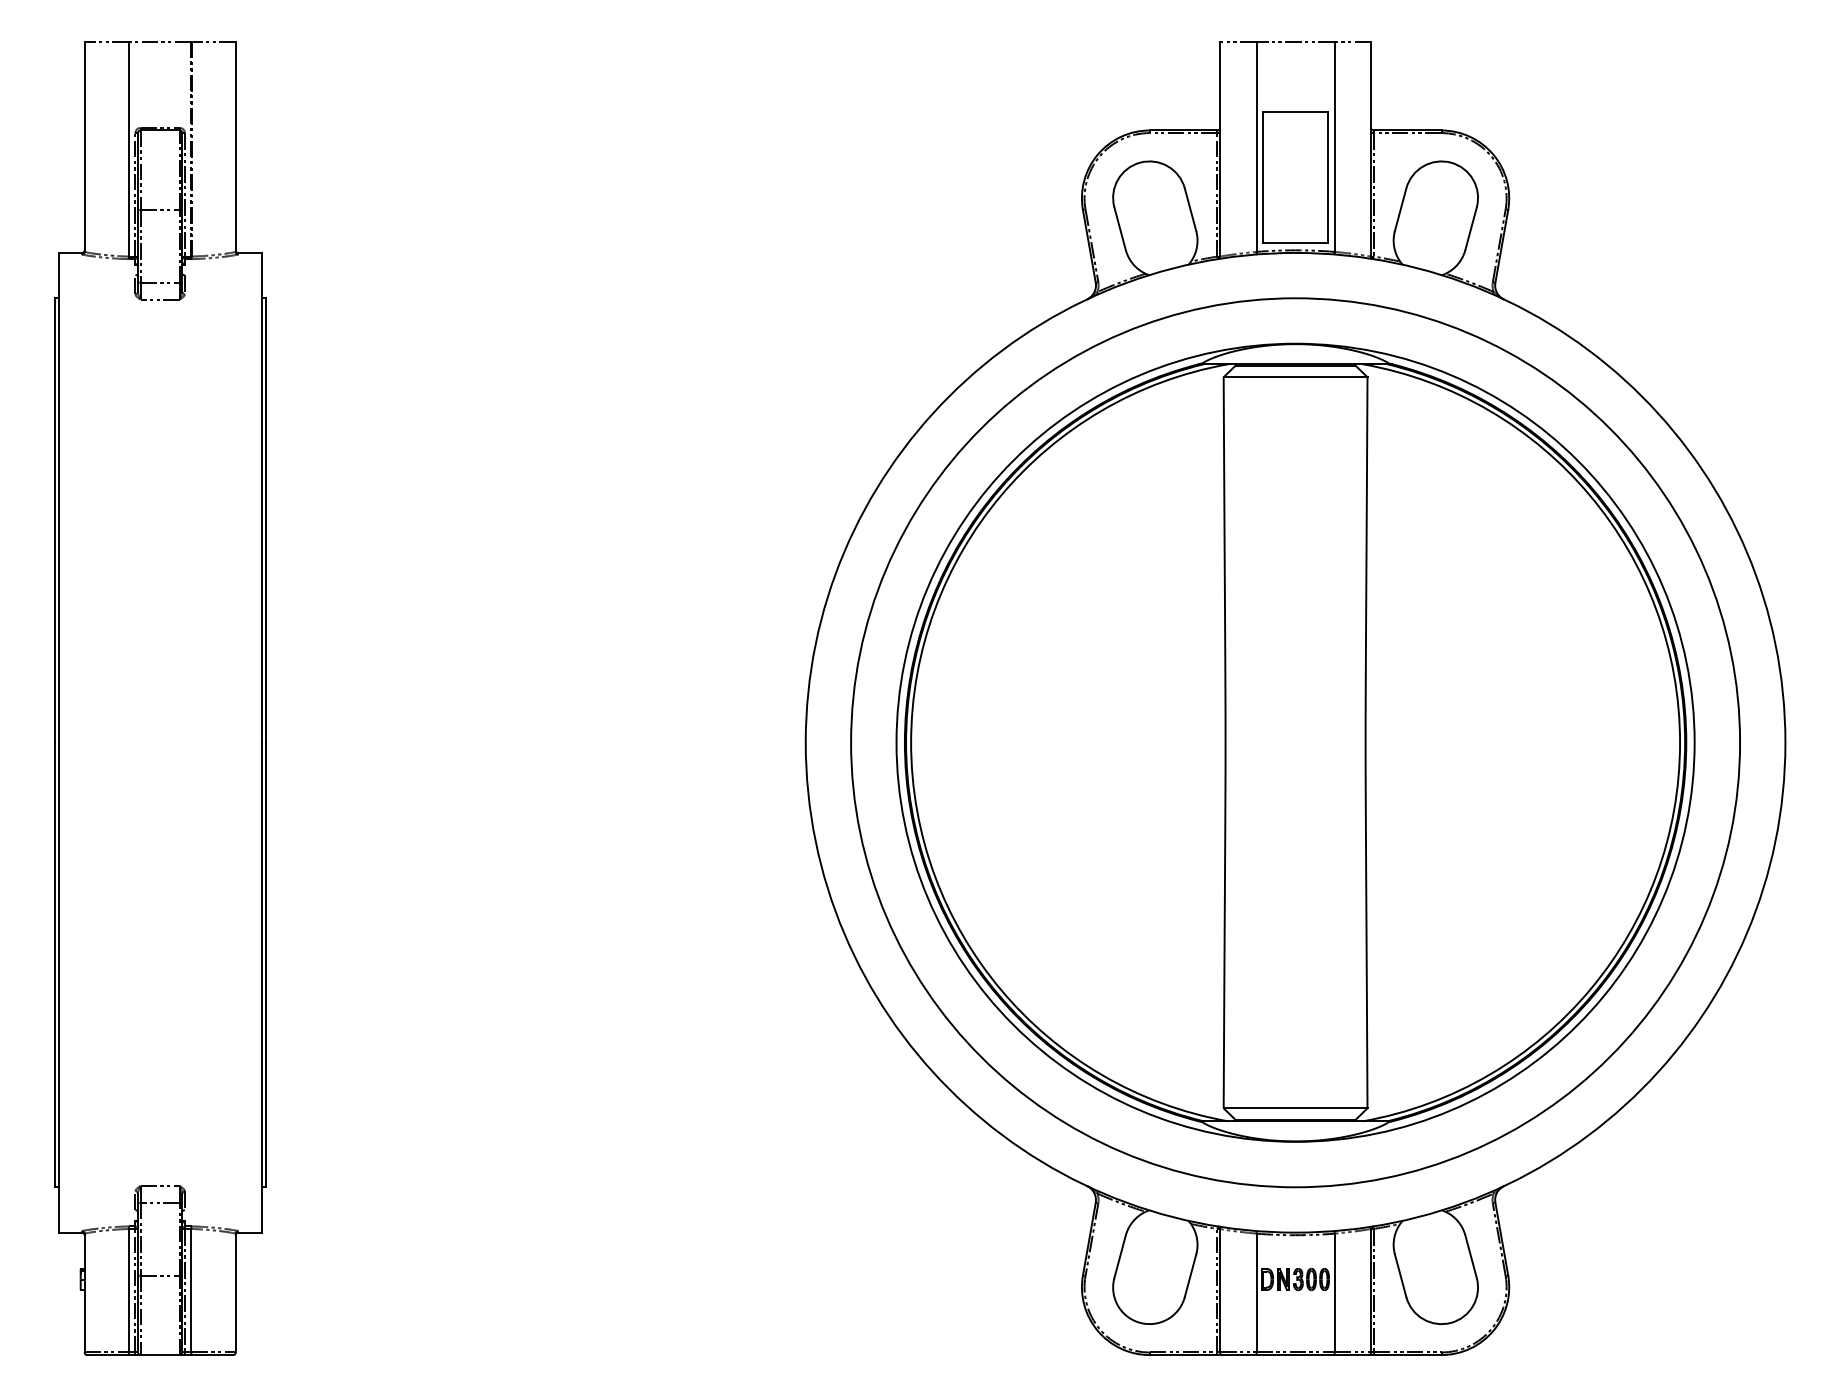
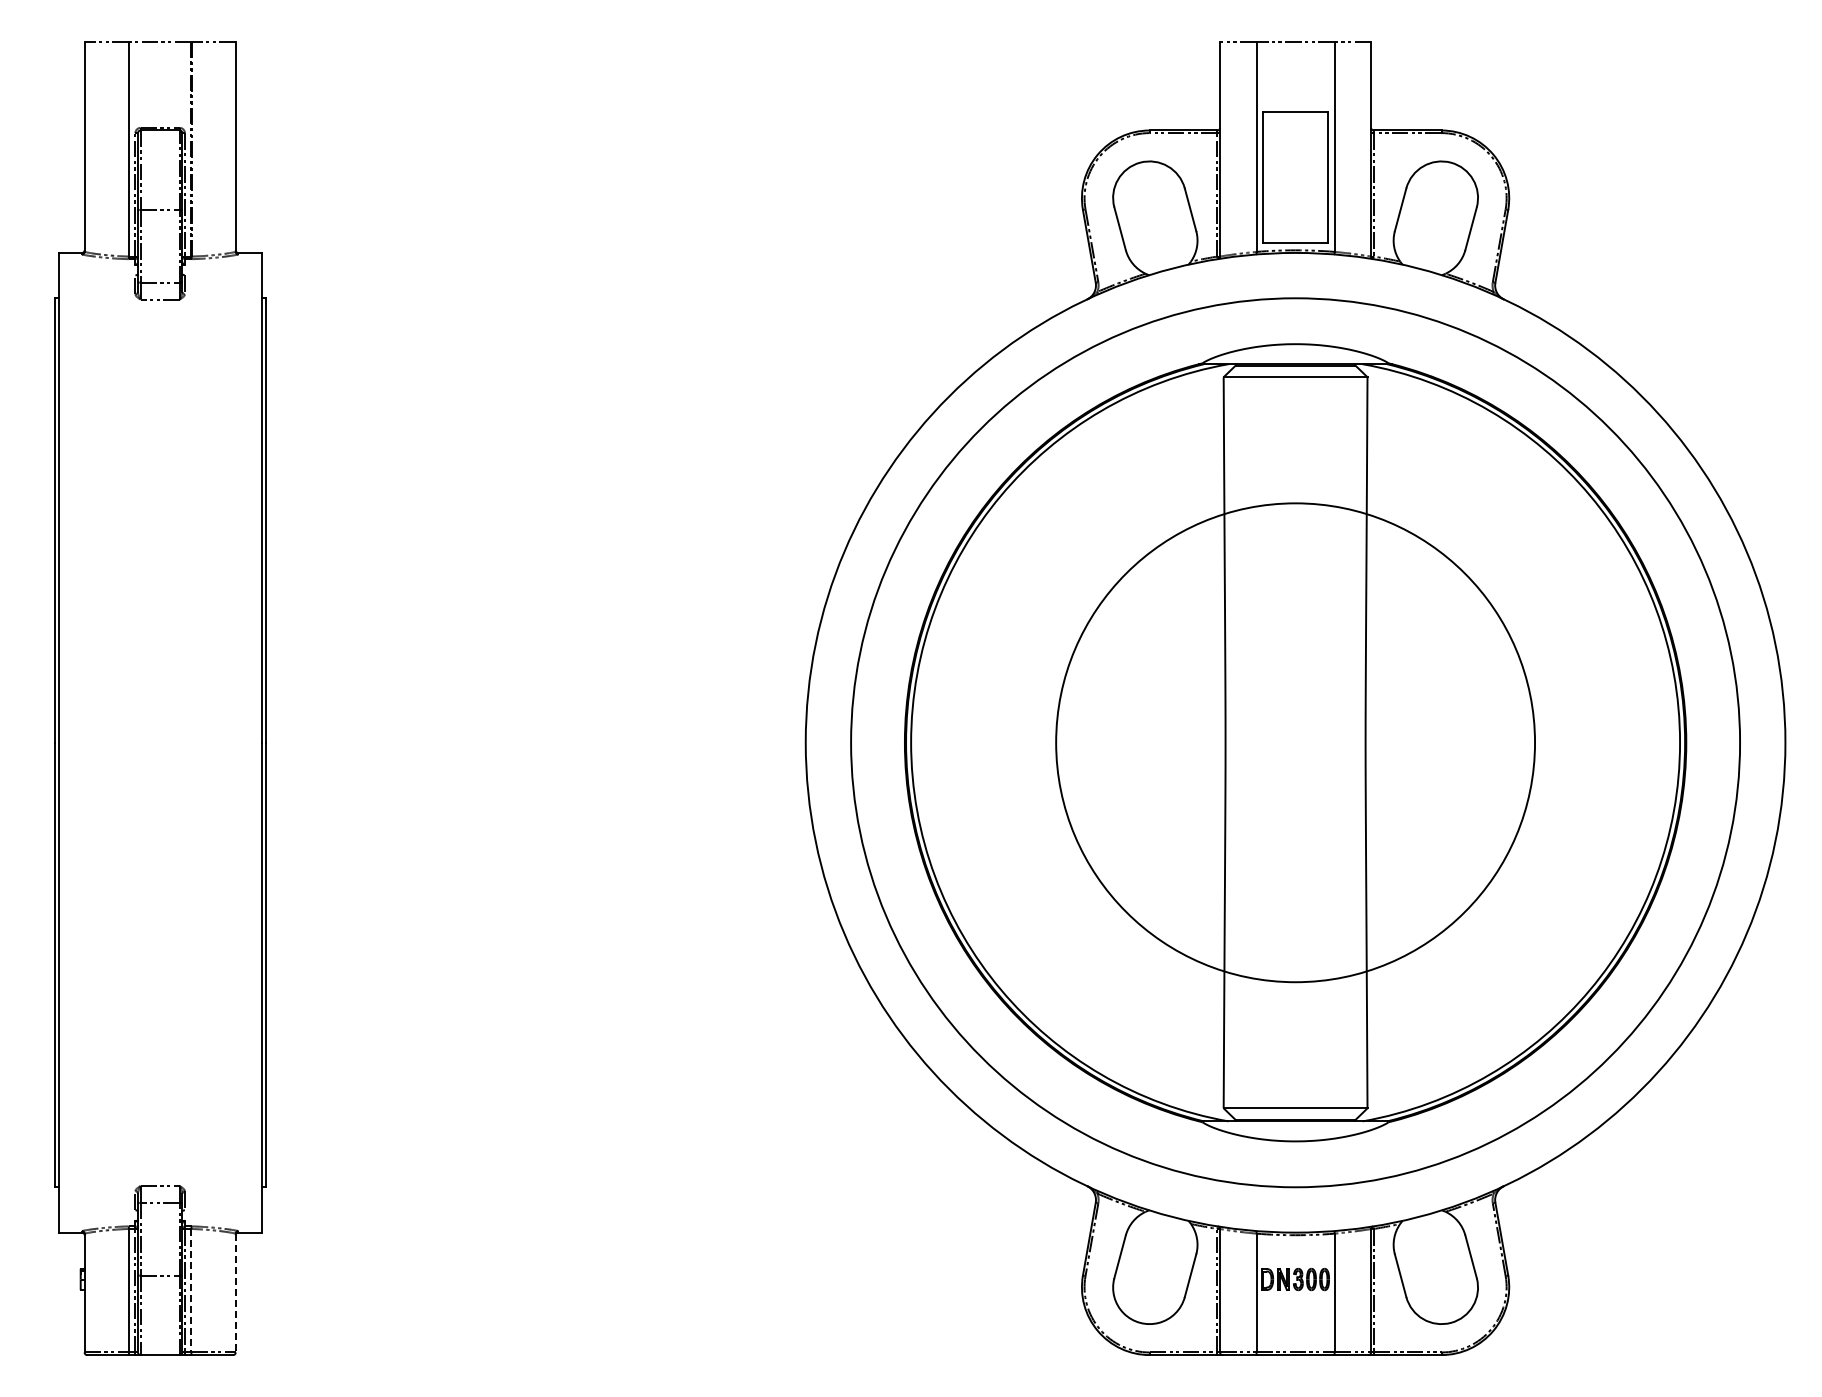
circle at (1295, 742) diameter: 798 px -> 479 px
line at (191, 1290): solid -> dashed
line at (235, 1293): solid -> dashed
